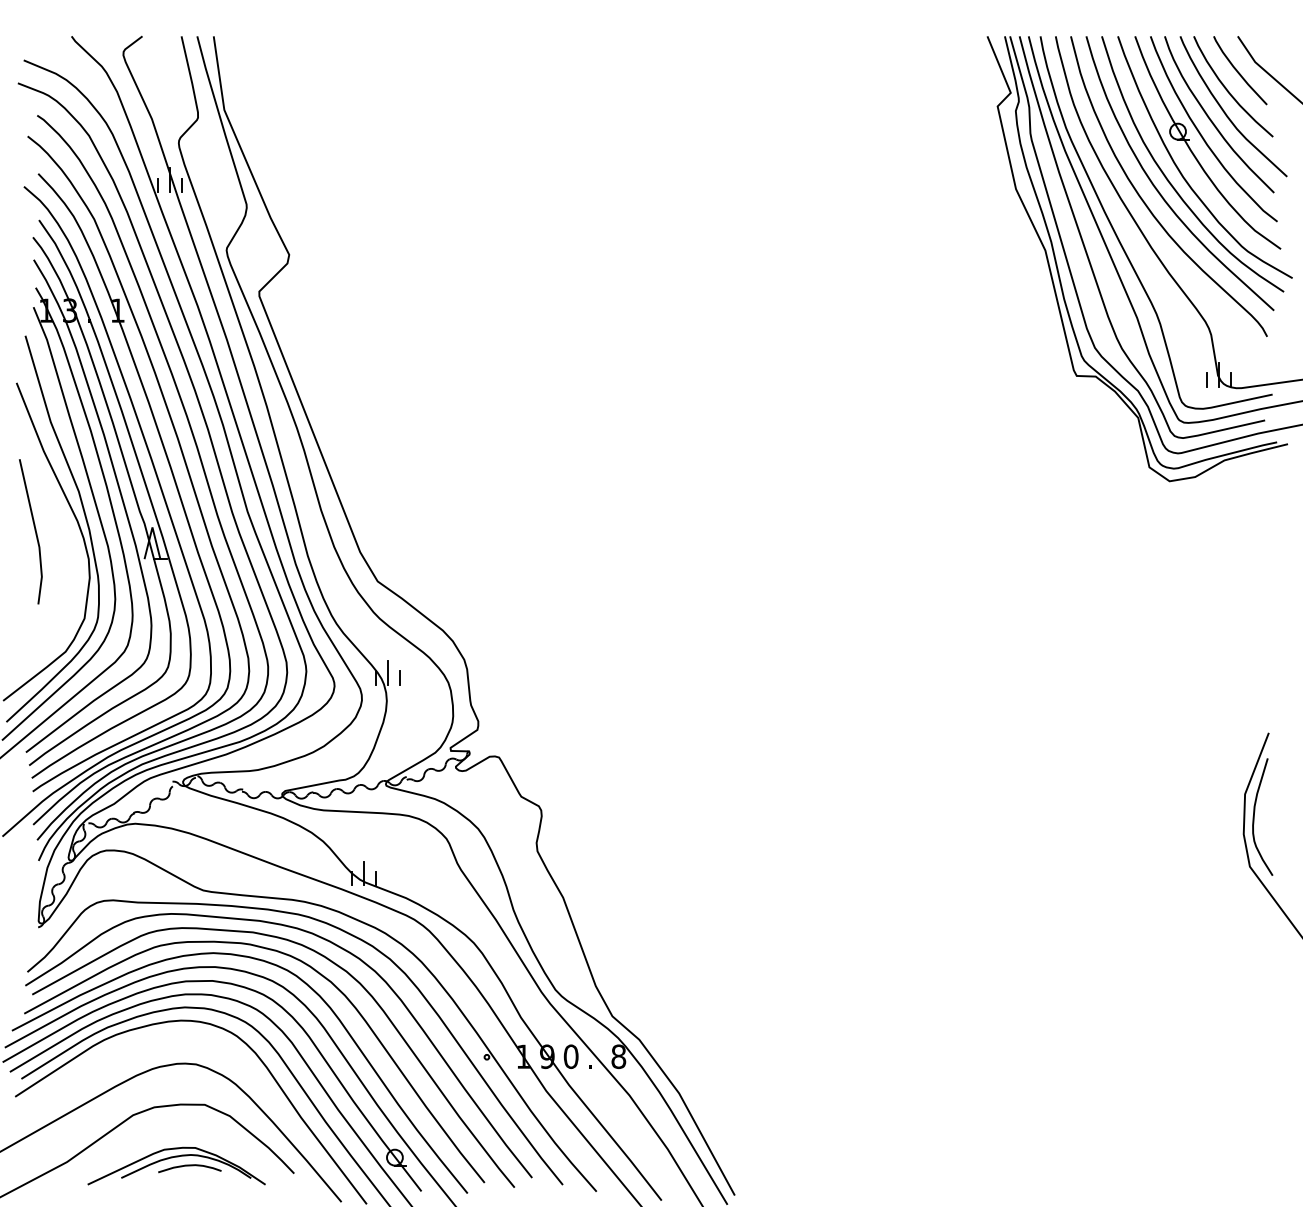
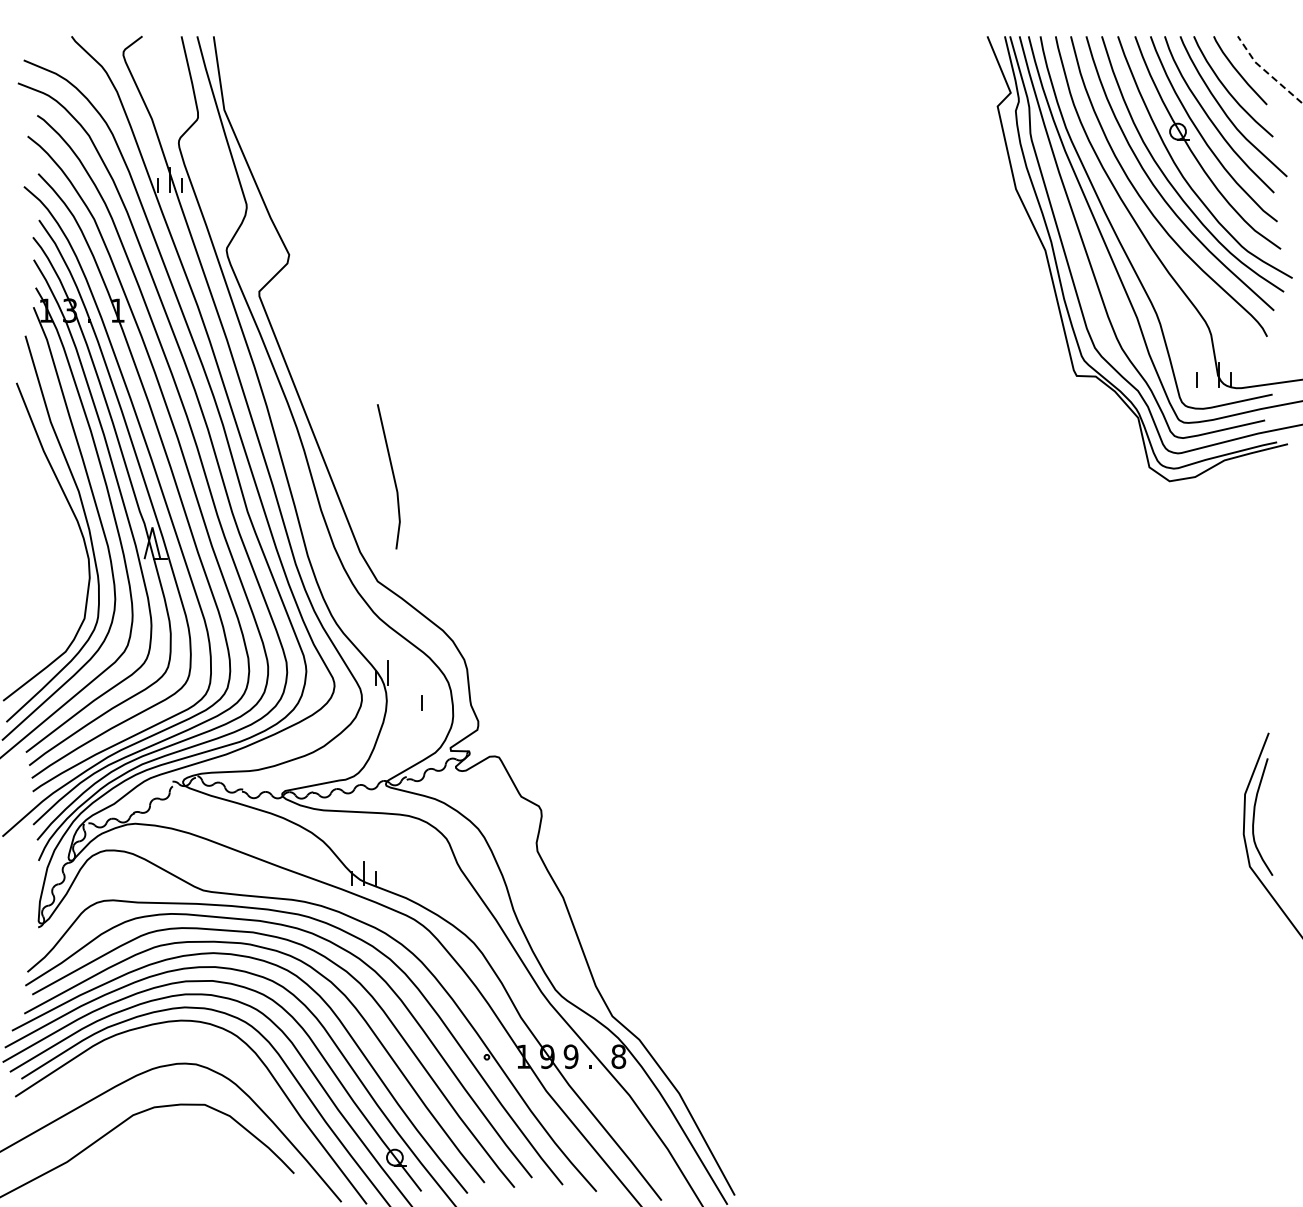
line at (1266, 71): solid -> dashed
line at (1206, 379) position: (1206, 379) -> (1196, 379)
line at (34, 530) position: (34, 530) -> (392, 475)
line at (399, 677) position: (399, 677) -> (421, 702)
text at (570, 1056): 0 -> 9
part at (176, 1165): present -> none
